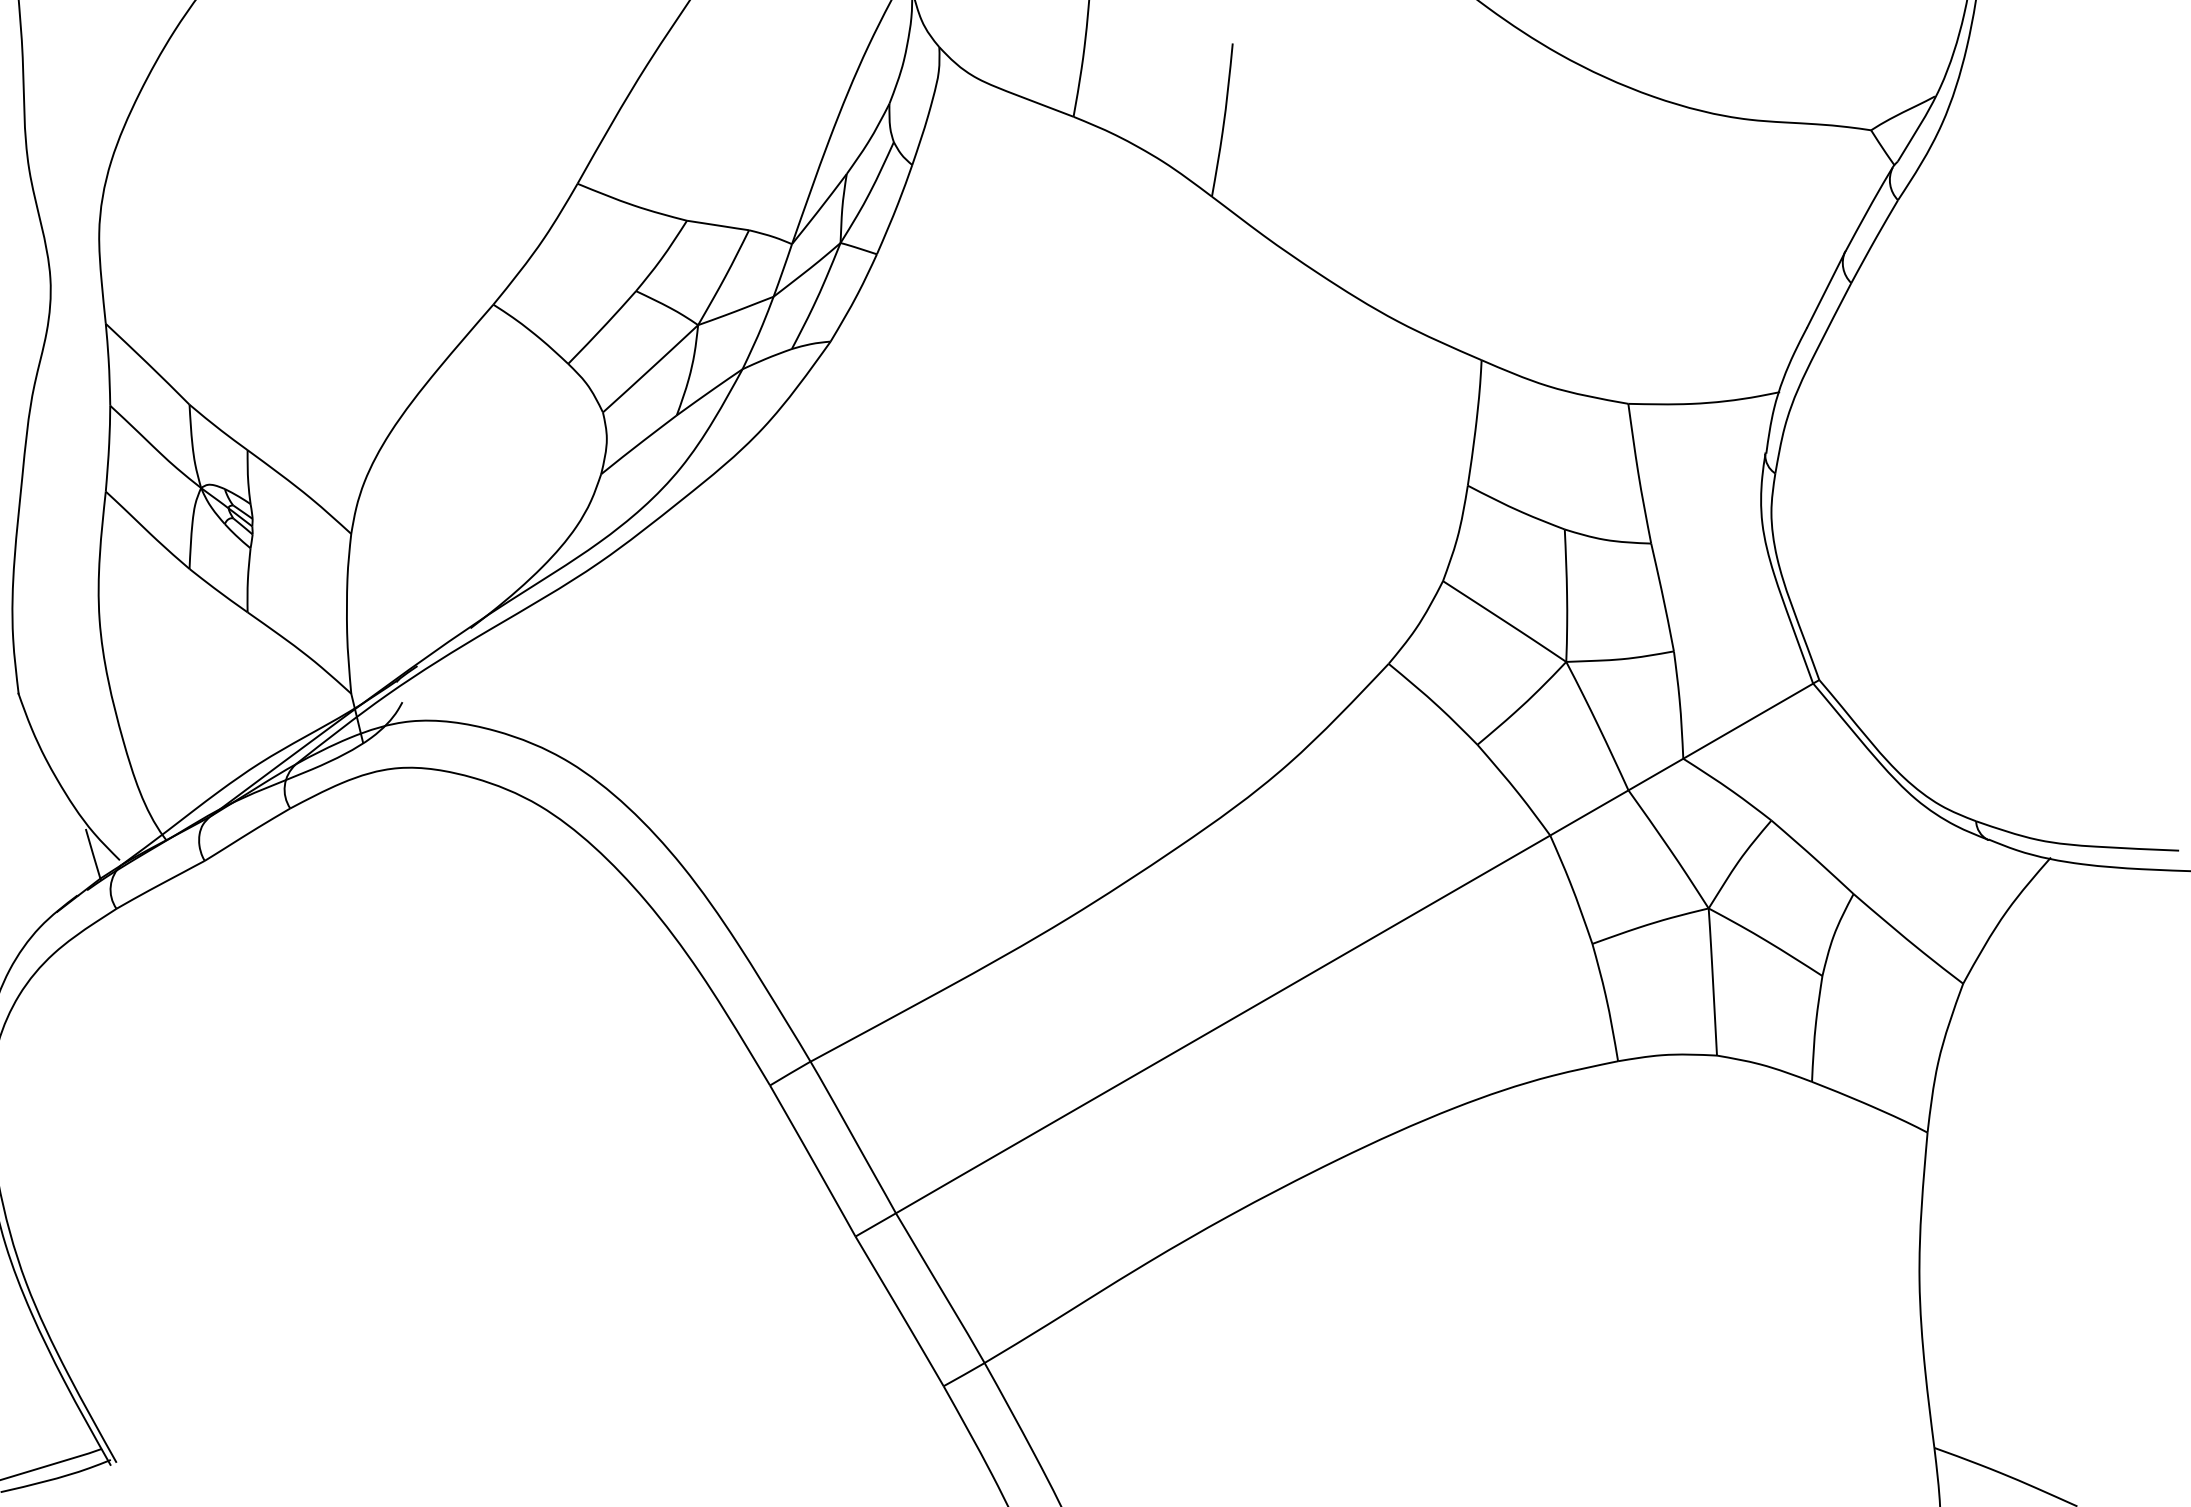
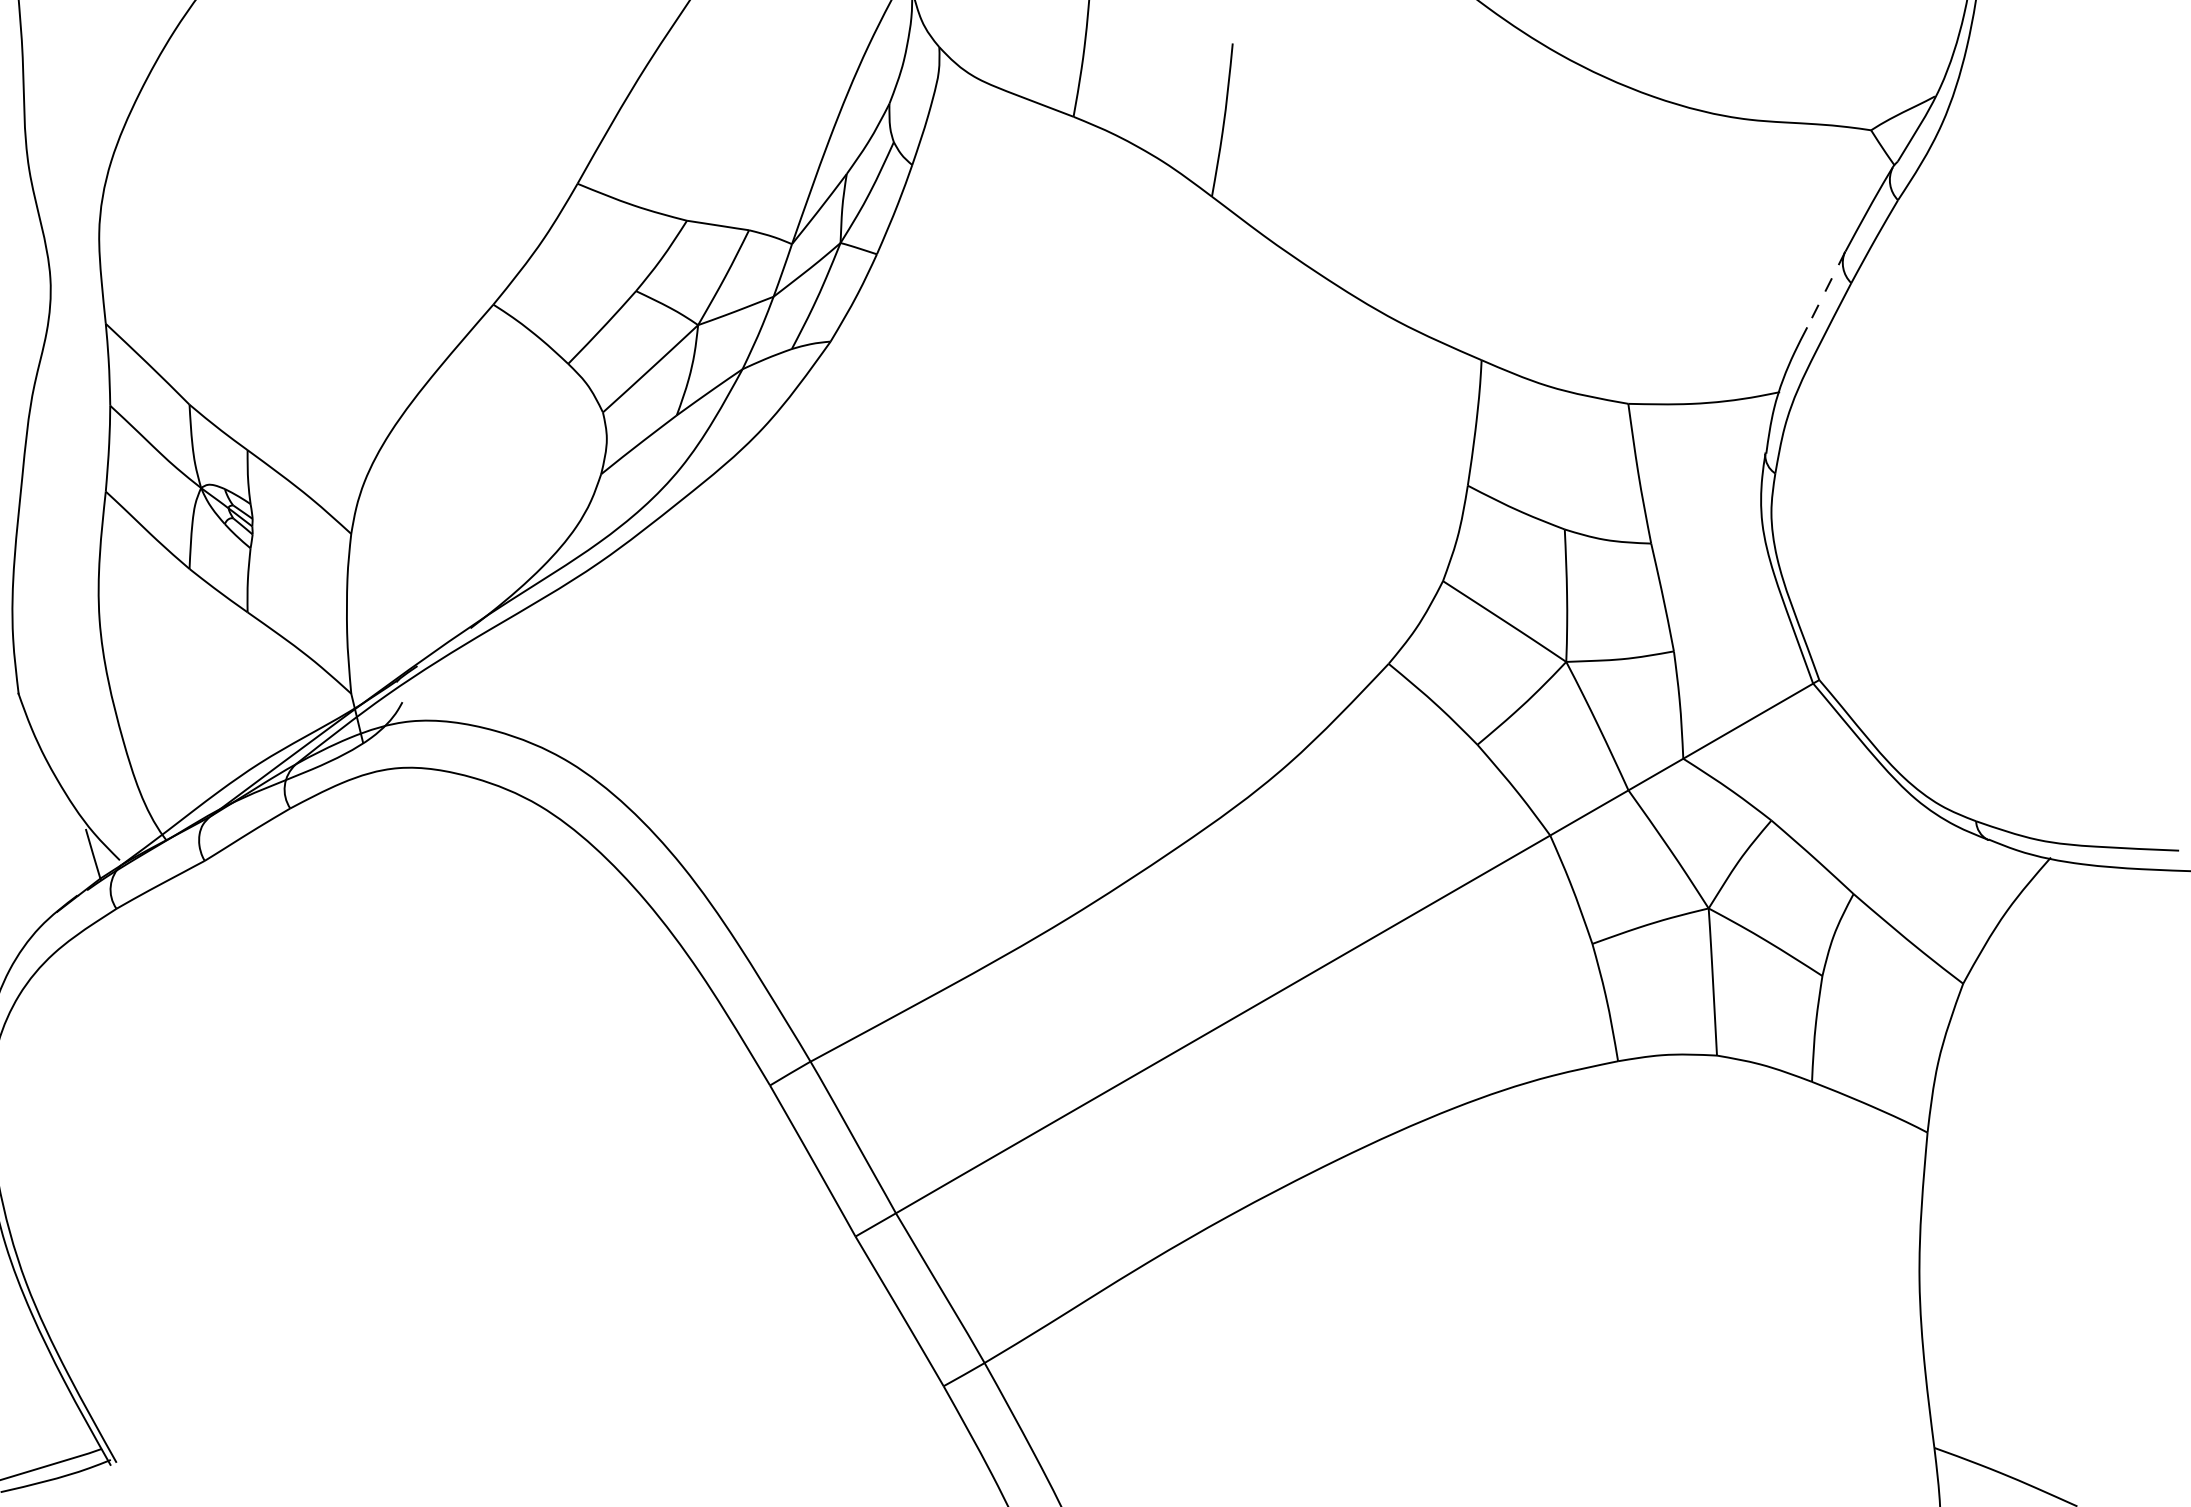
line at (1826, 290): solid -> dashed
